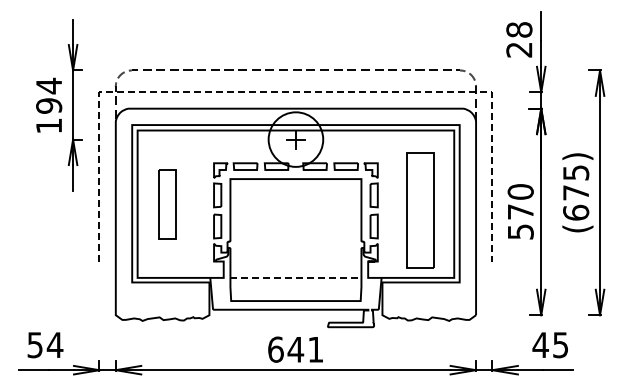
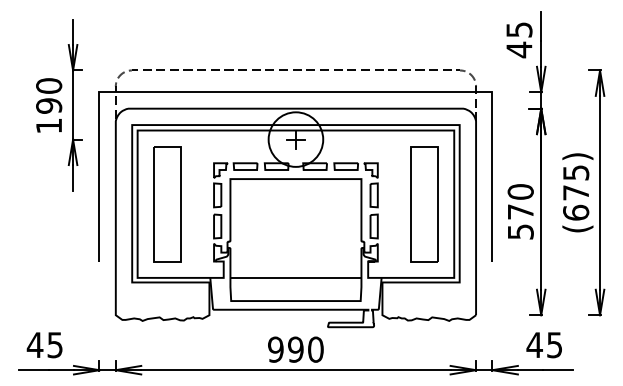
text at (519, 40): 28 -> 45
text at (49, 85): 194 -> 190
line at (295, 92): dashed -> solid
part at (167, 204) size: 19x71 px -> 29x117 px
part at (420, 210) position: (420, 210) -> (424, 204)
line at (295, 277): dashed -> solid
text at (44, 345): 54 -> 45
text at (549, 345) position: (549, 345) -> (543, 345)
text at (295, 349): 641 -> 990
